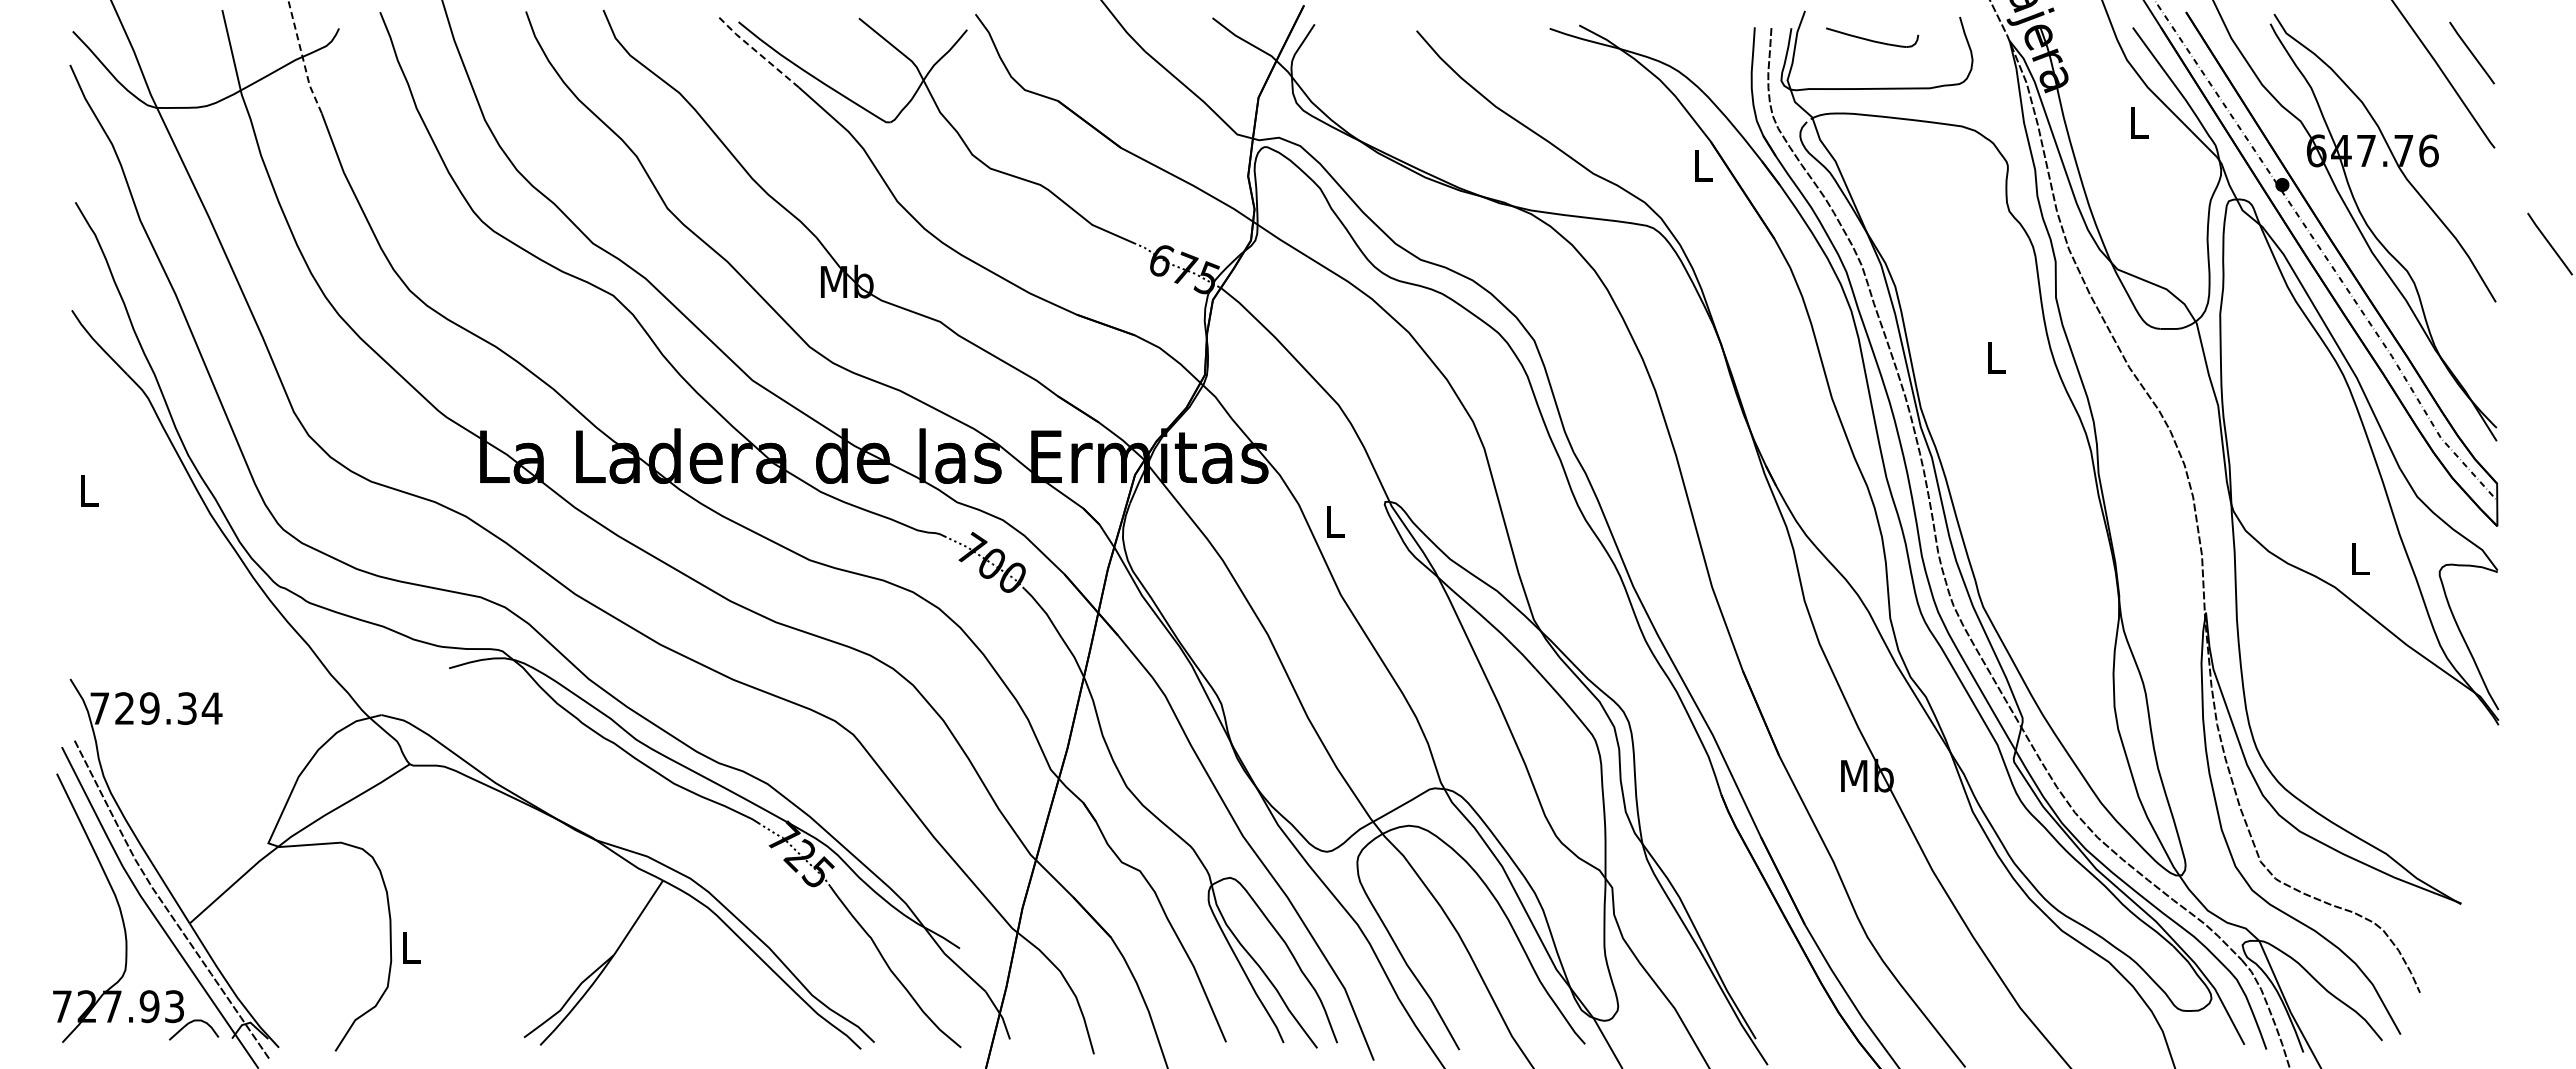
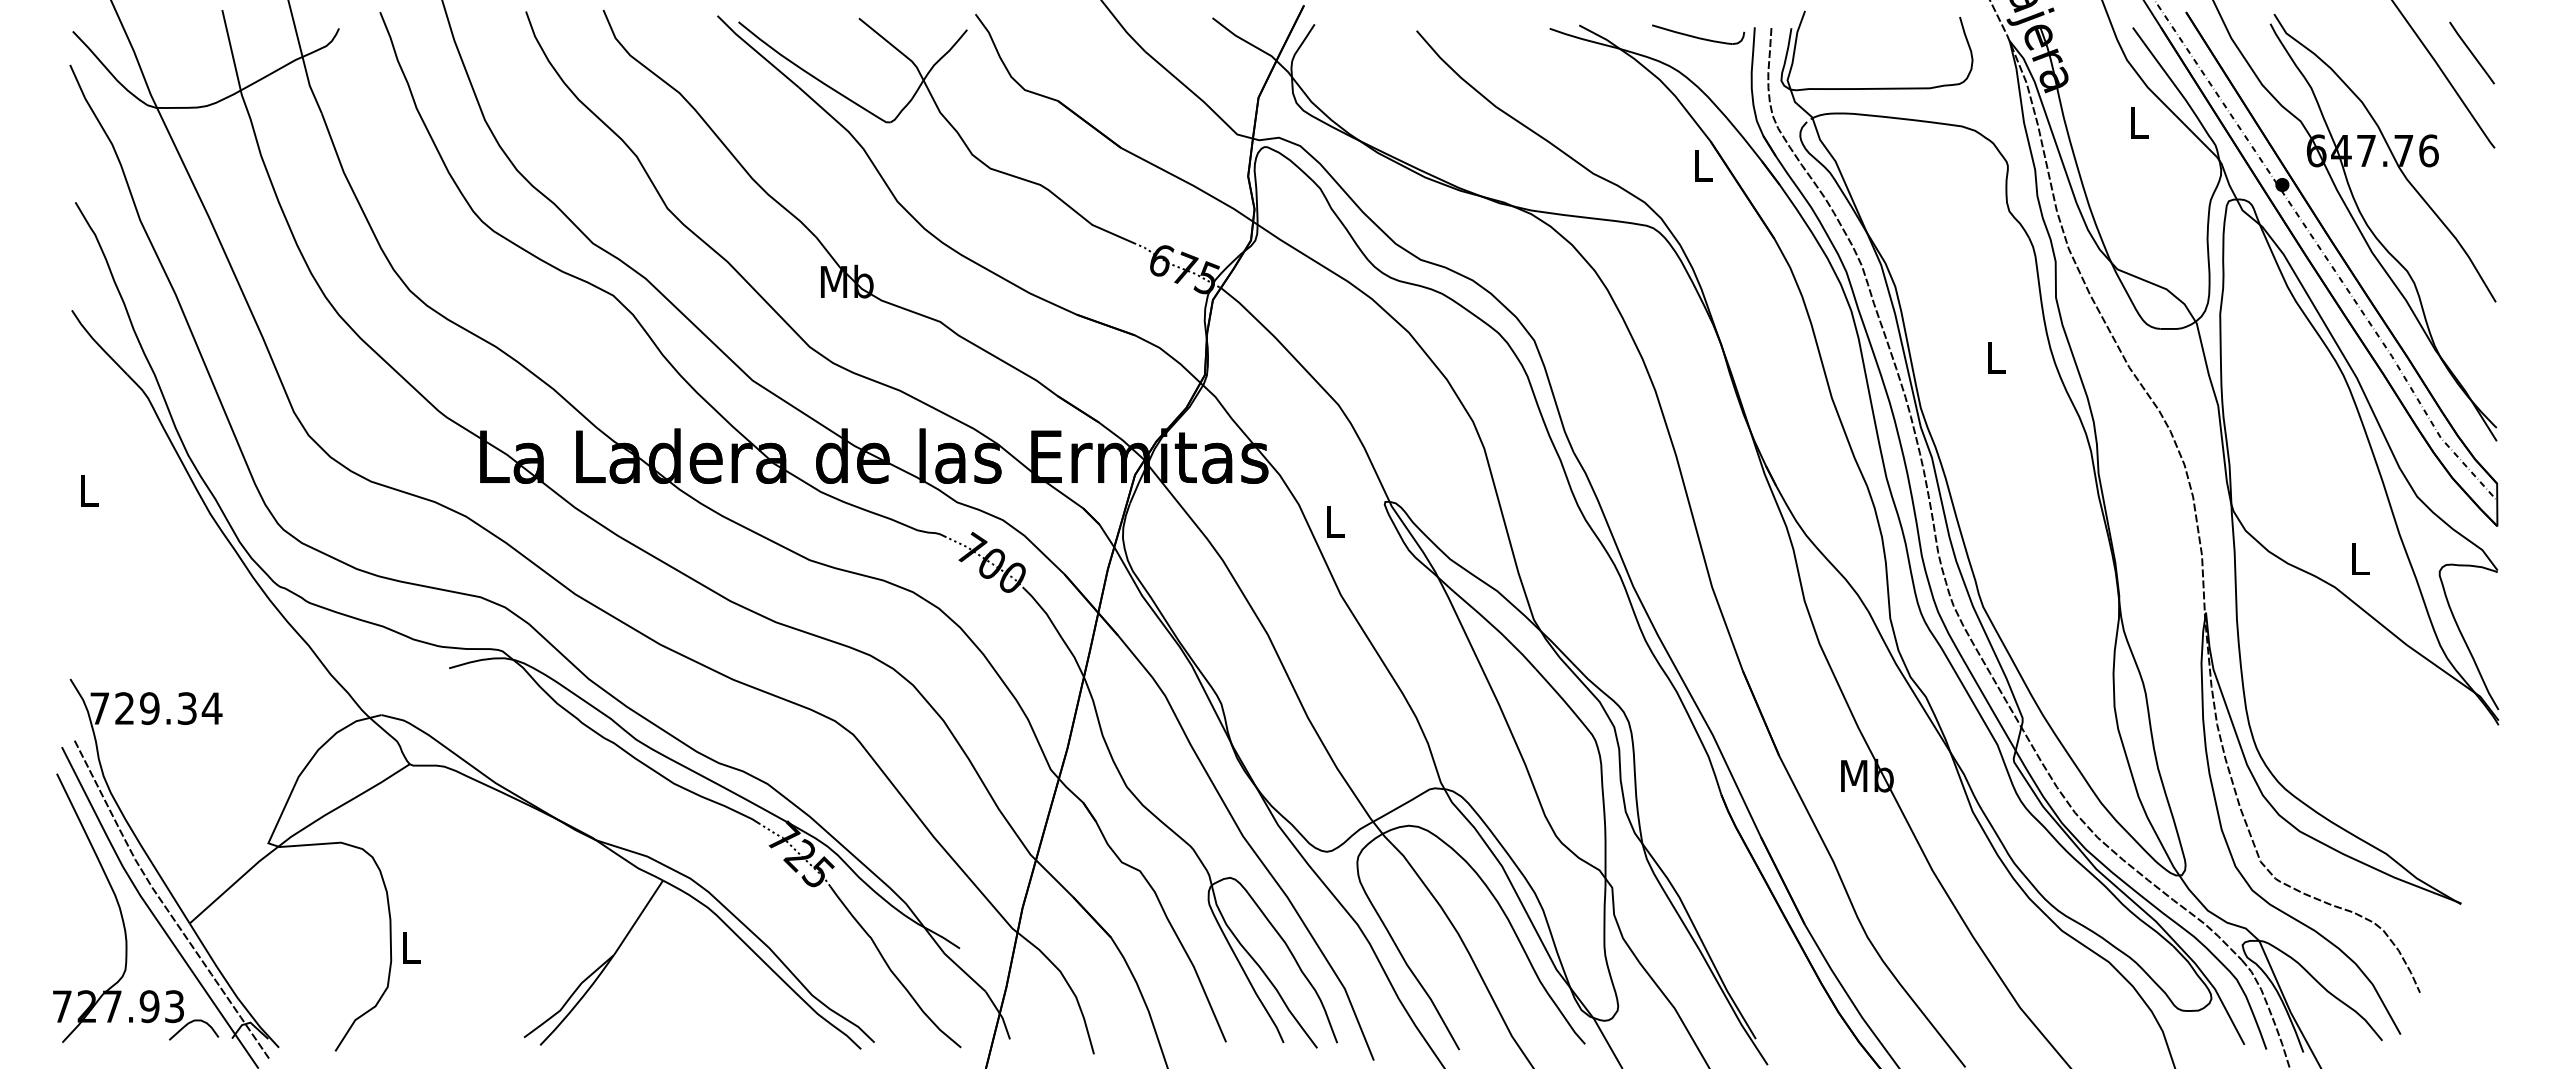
part at (1872, 37) position: (1872, 37) -> (1698, 34)
line at (757, 52): dashed -> solid
line at (302, 58): dashed -> solid
line at (2549, 243): present -> none
